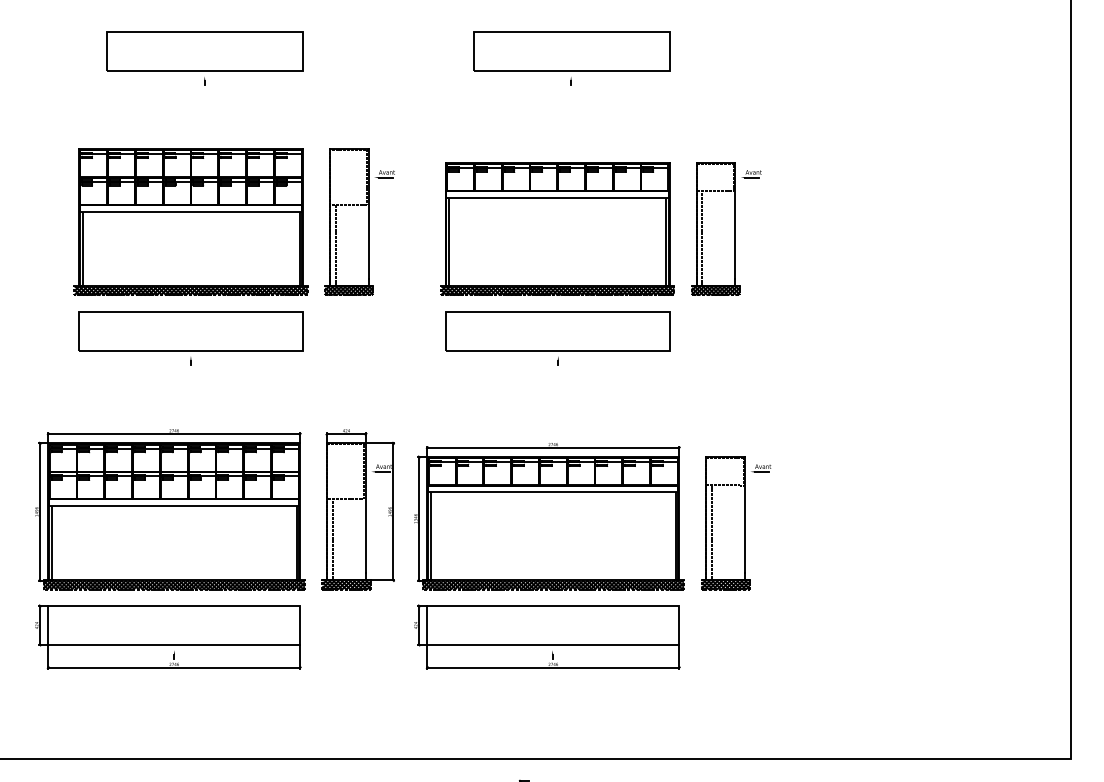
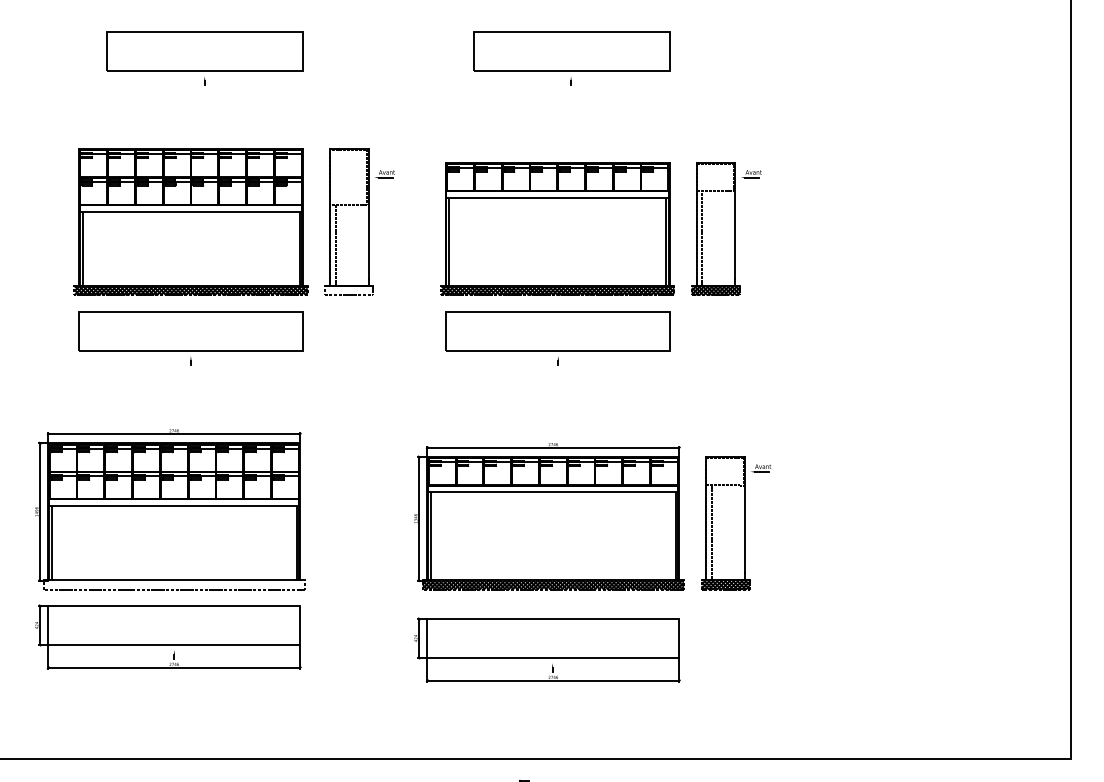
hatch at (349, 290): present -> none
part at (357, 509): present -> none
hatch at (173, 584): present -> none
part at (547, 636) position: (547, 636) -> (547, 649)
